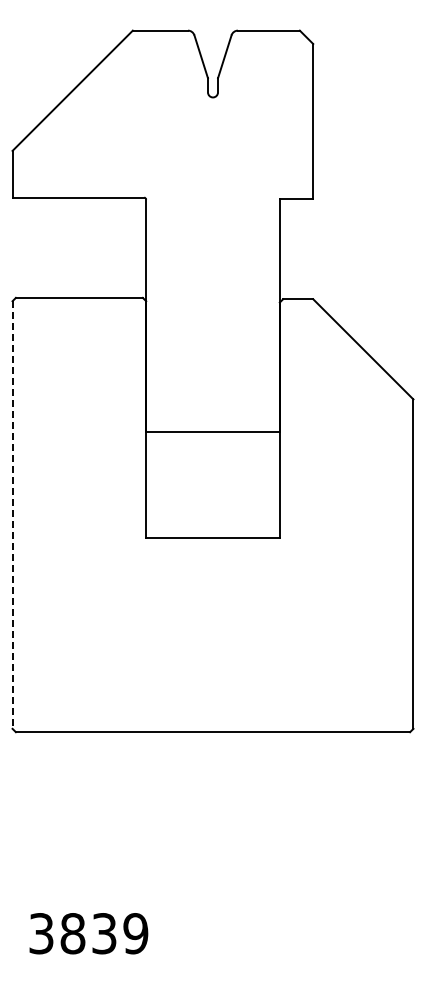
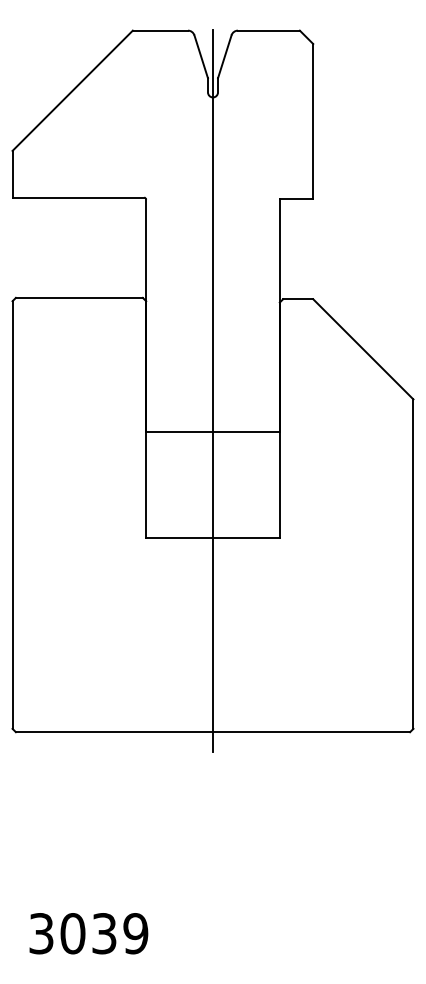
line at (213, 390): none -> present
line at (12, 515): dashed -> solid
text at (72, 933): 3839 -> 3039
